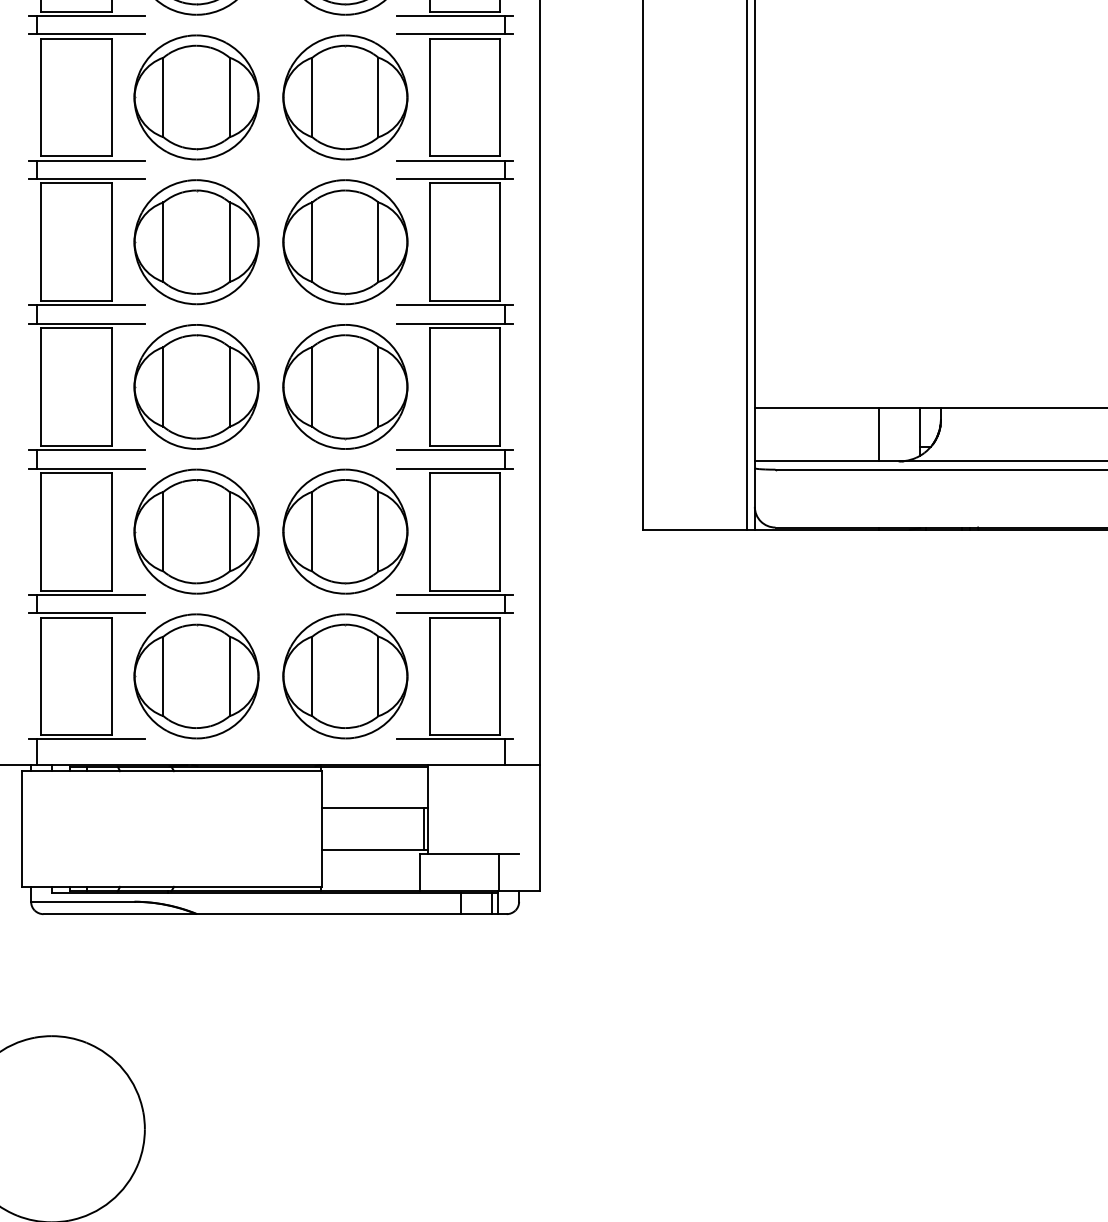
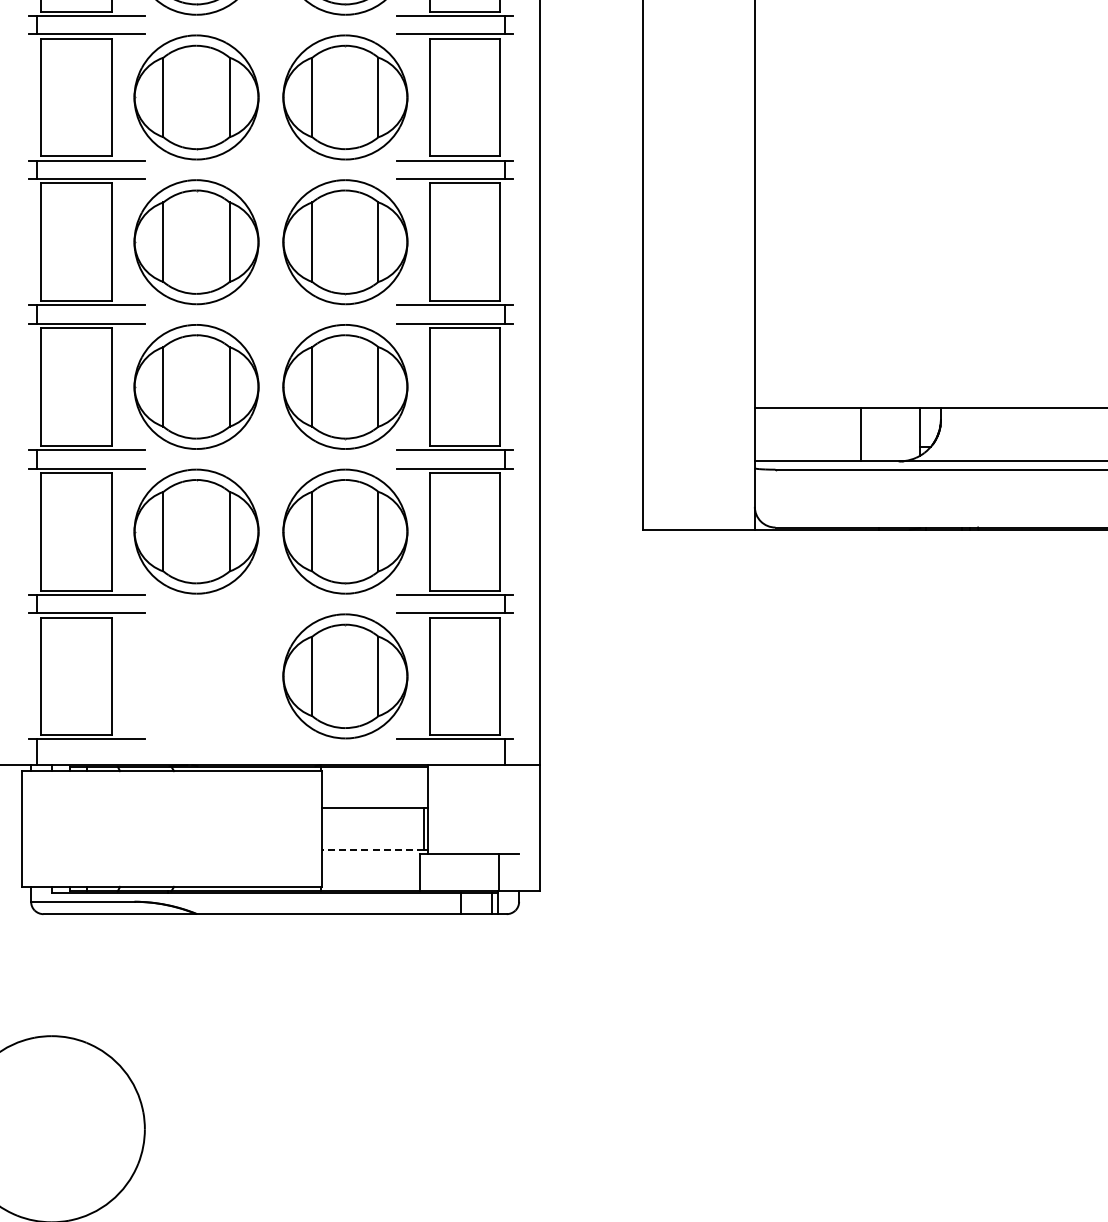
line at (746, 265): present -> none
line at (878, 434) position: (878, 434) -> (860, 434)
part at (196, 676): present -> none
line at (372, 849): solid -> dashed
